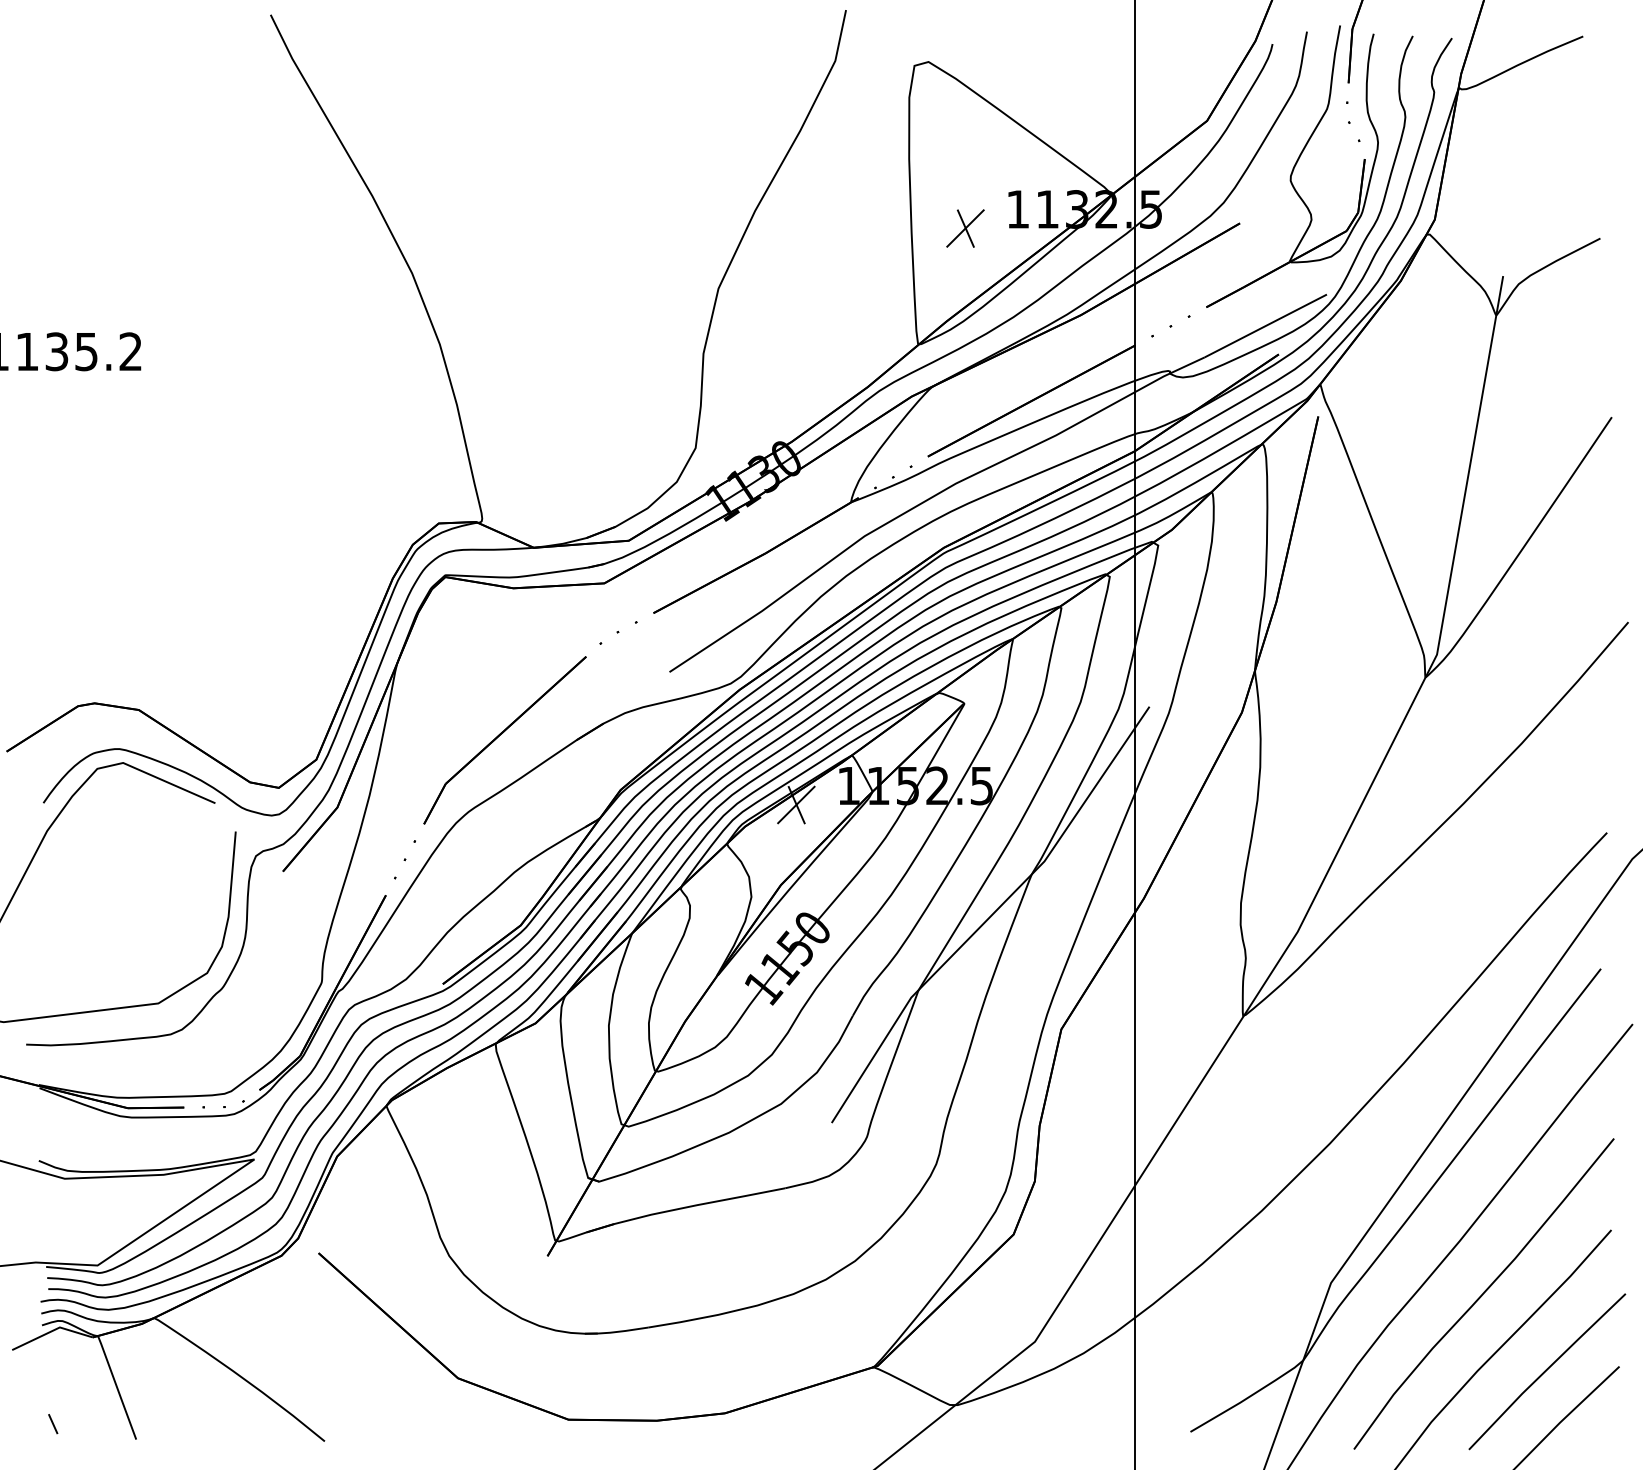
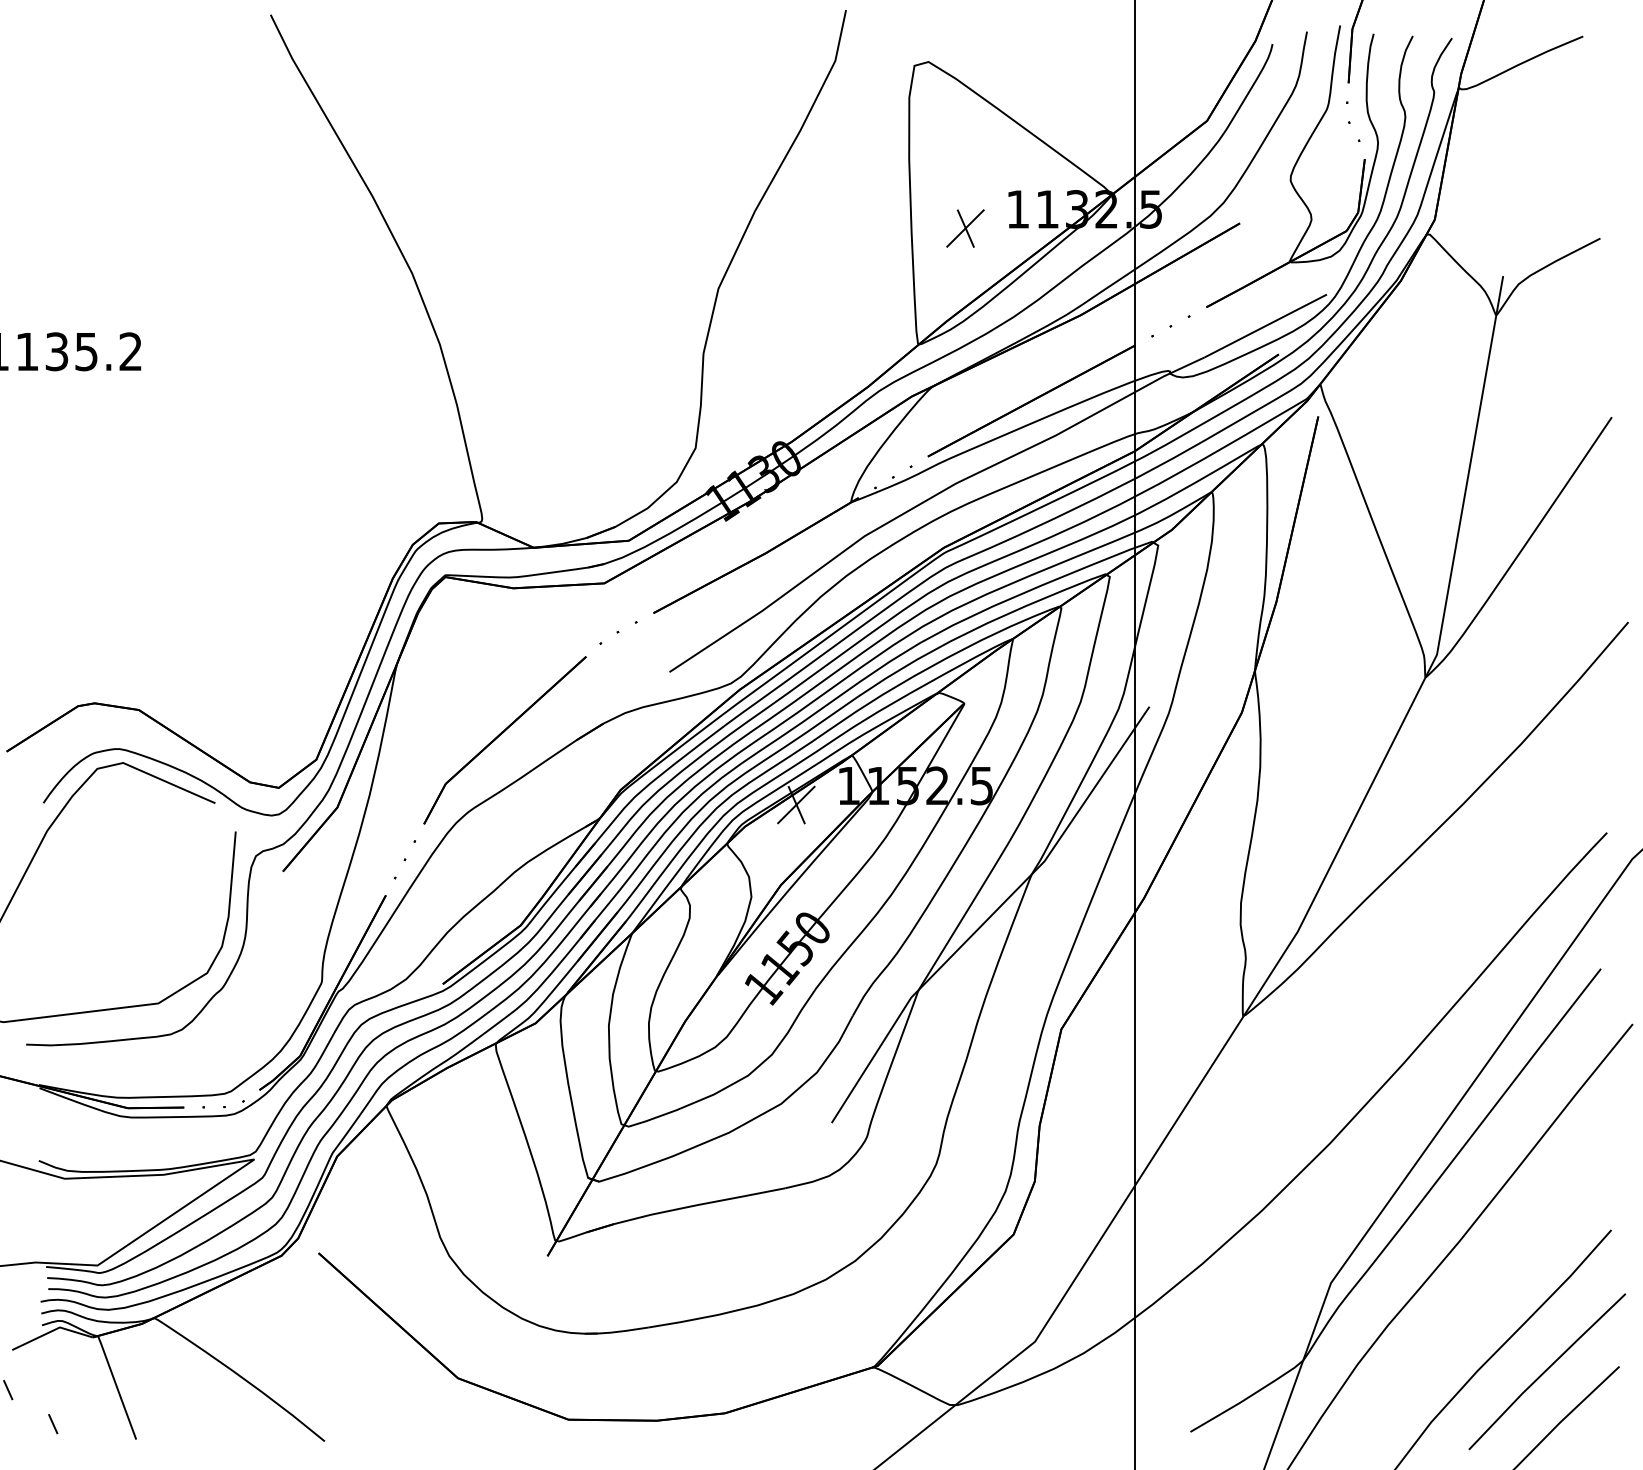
curve at (1483, 1293): present -> none
line at (8, 1390): none -> present
